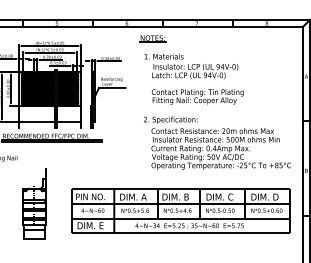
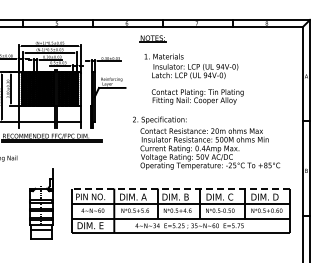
text at (217, 142) position: (217, 142) -> (206, 142)
line at (180, 188): solid -> dashed
part at (34, 203) position: (34, 203) -> (41, 203)
